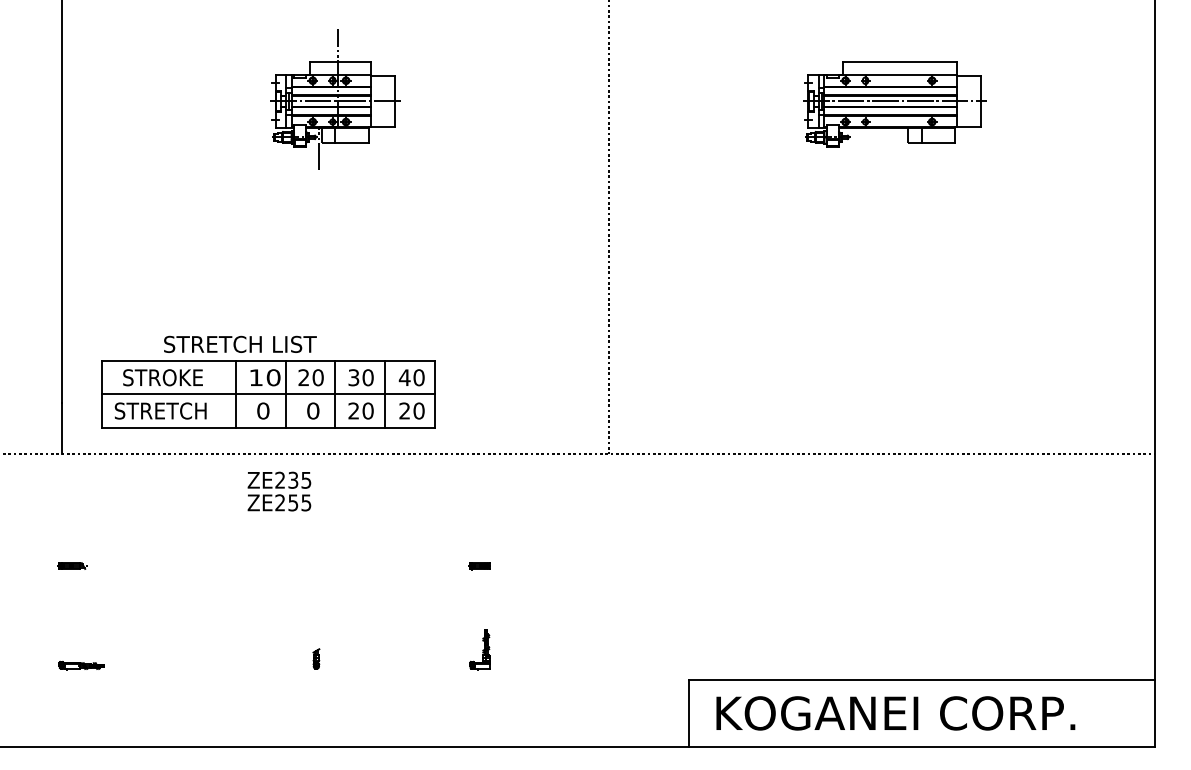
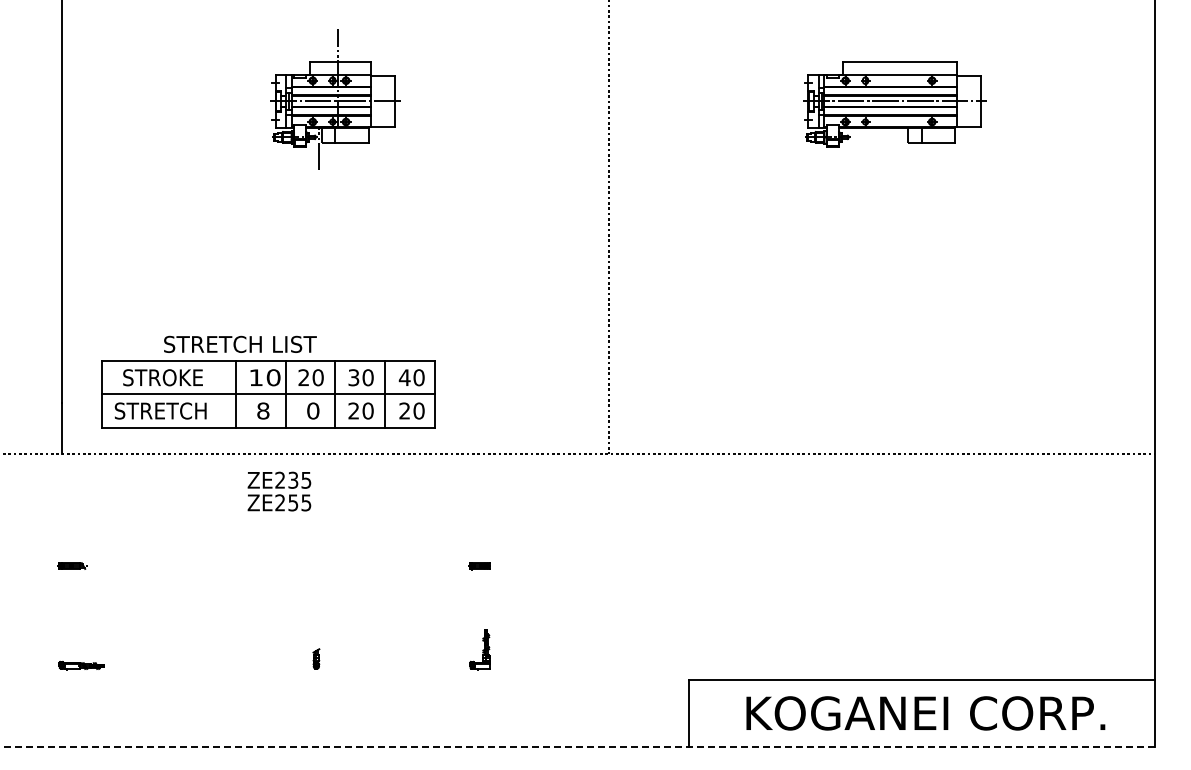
text at (263, 410): 0 -> 8
text at (895, 713) position: (895, 713) -> (925, 713)
line at (578, 746): solid -> dashed
